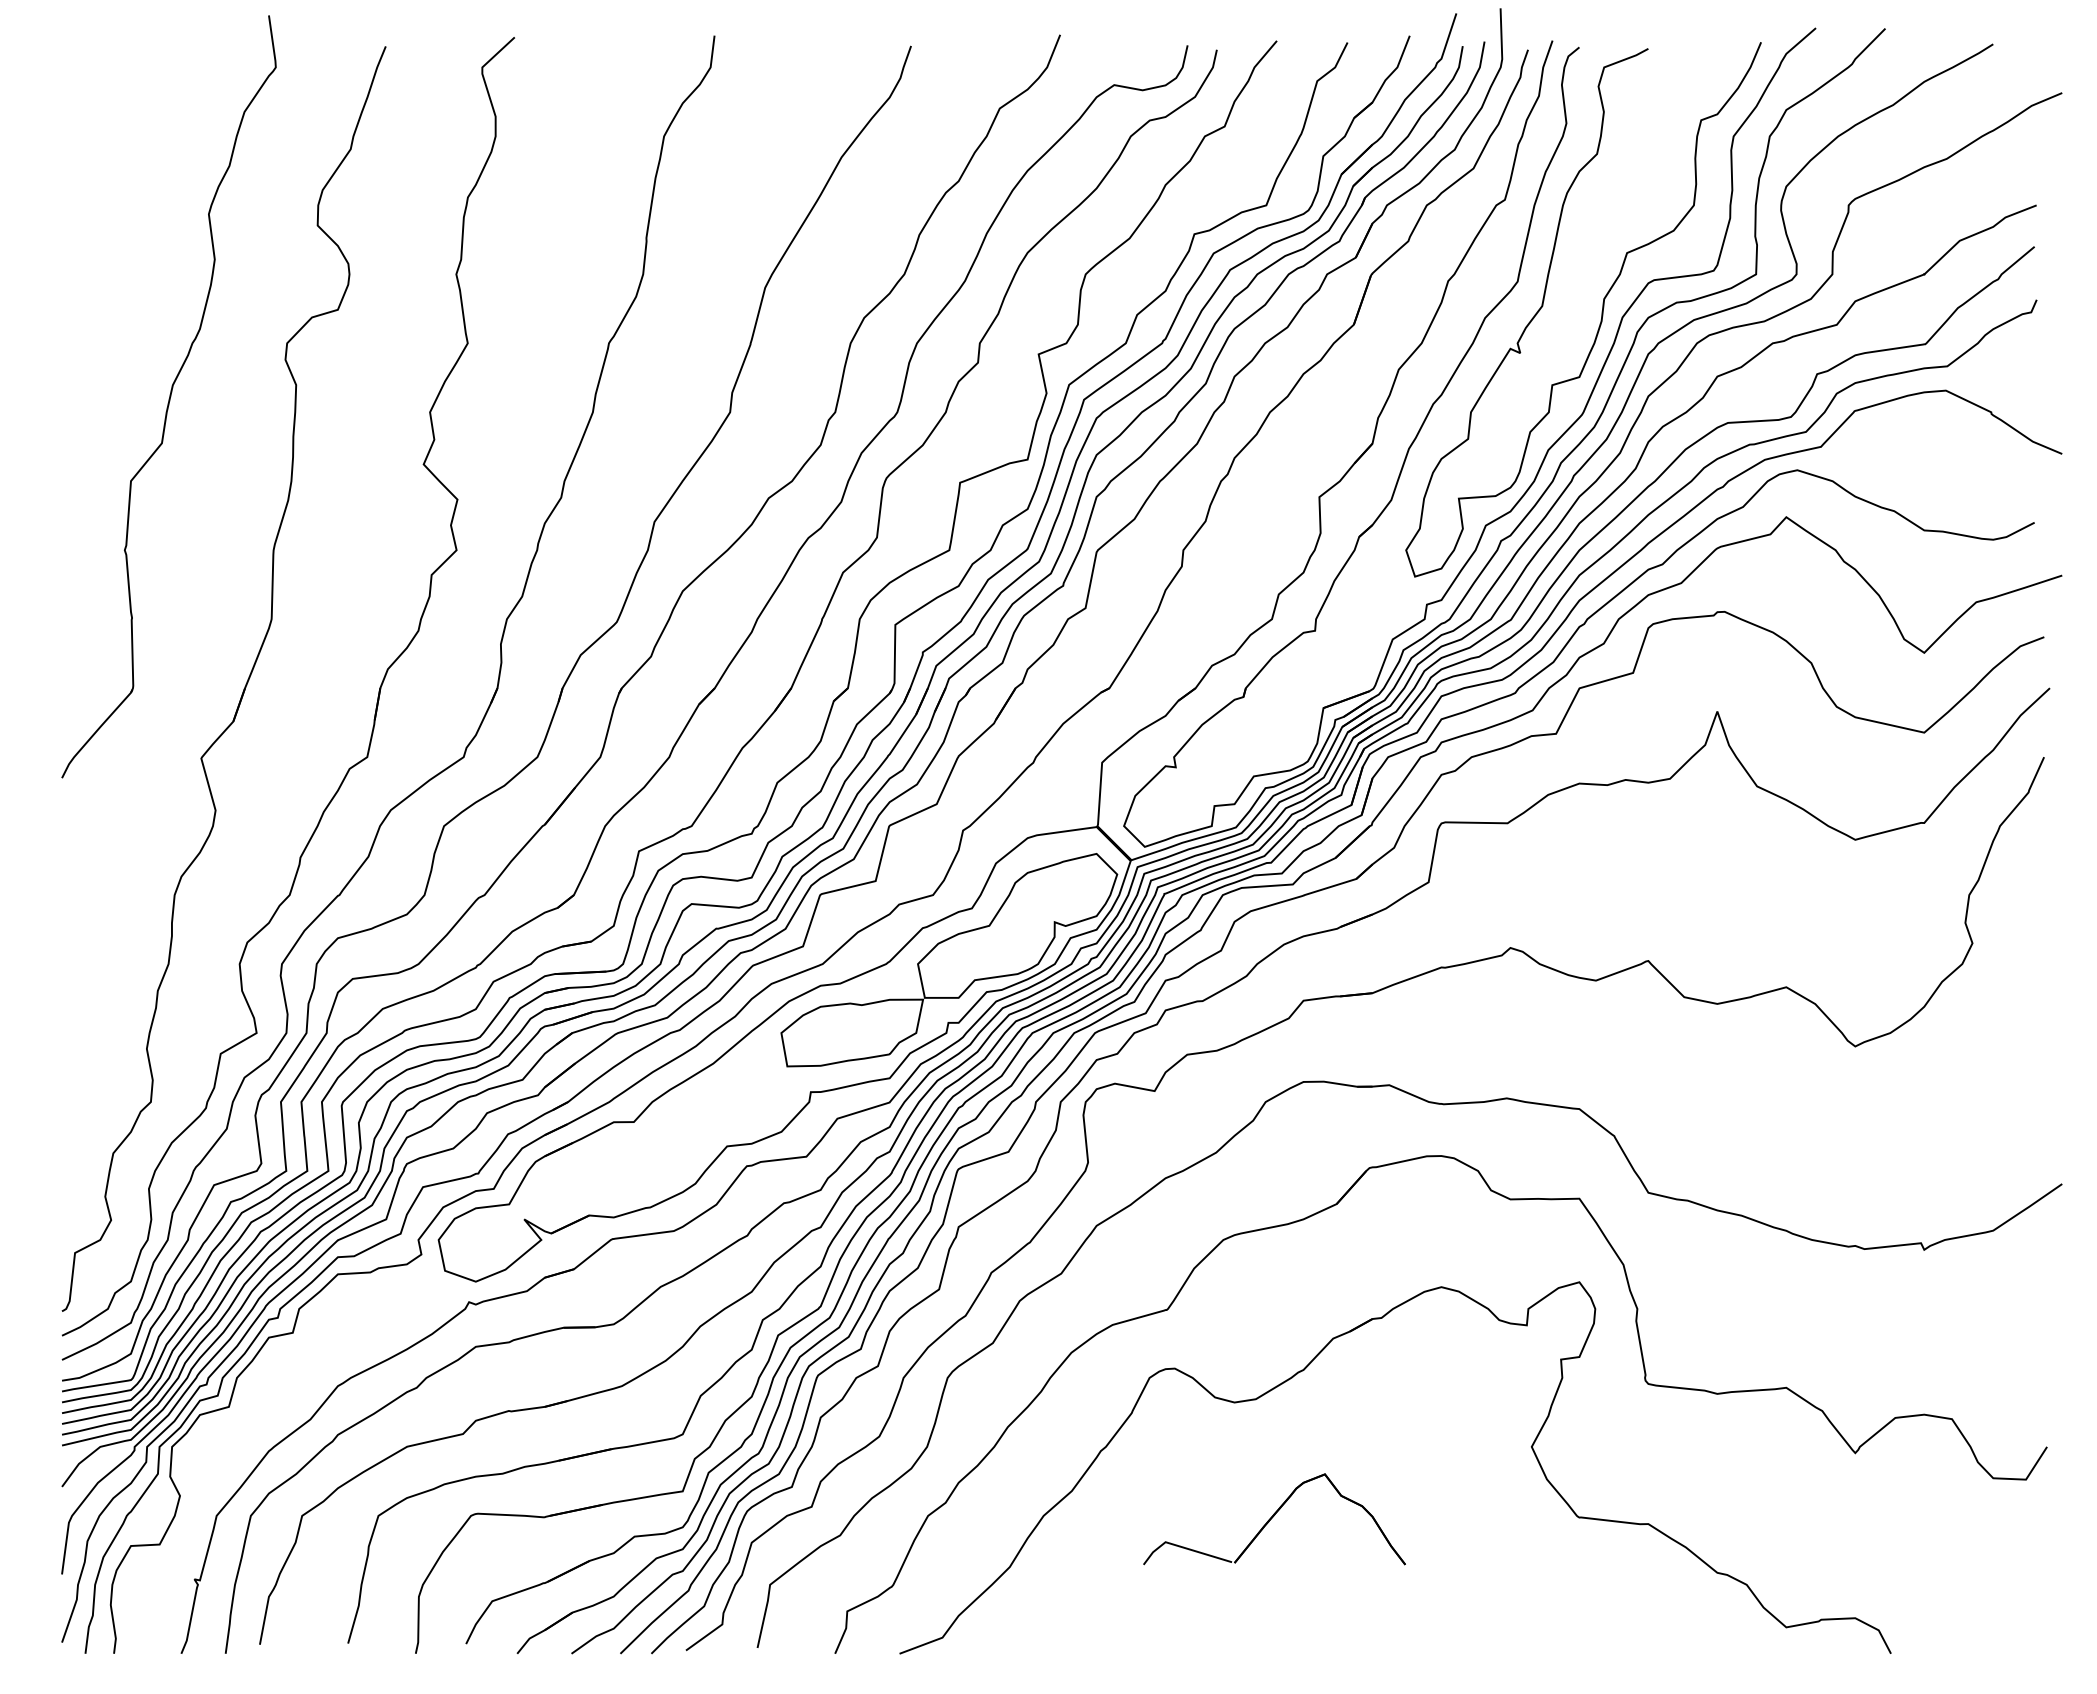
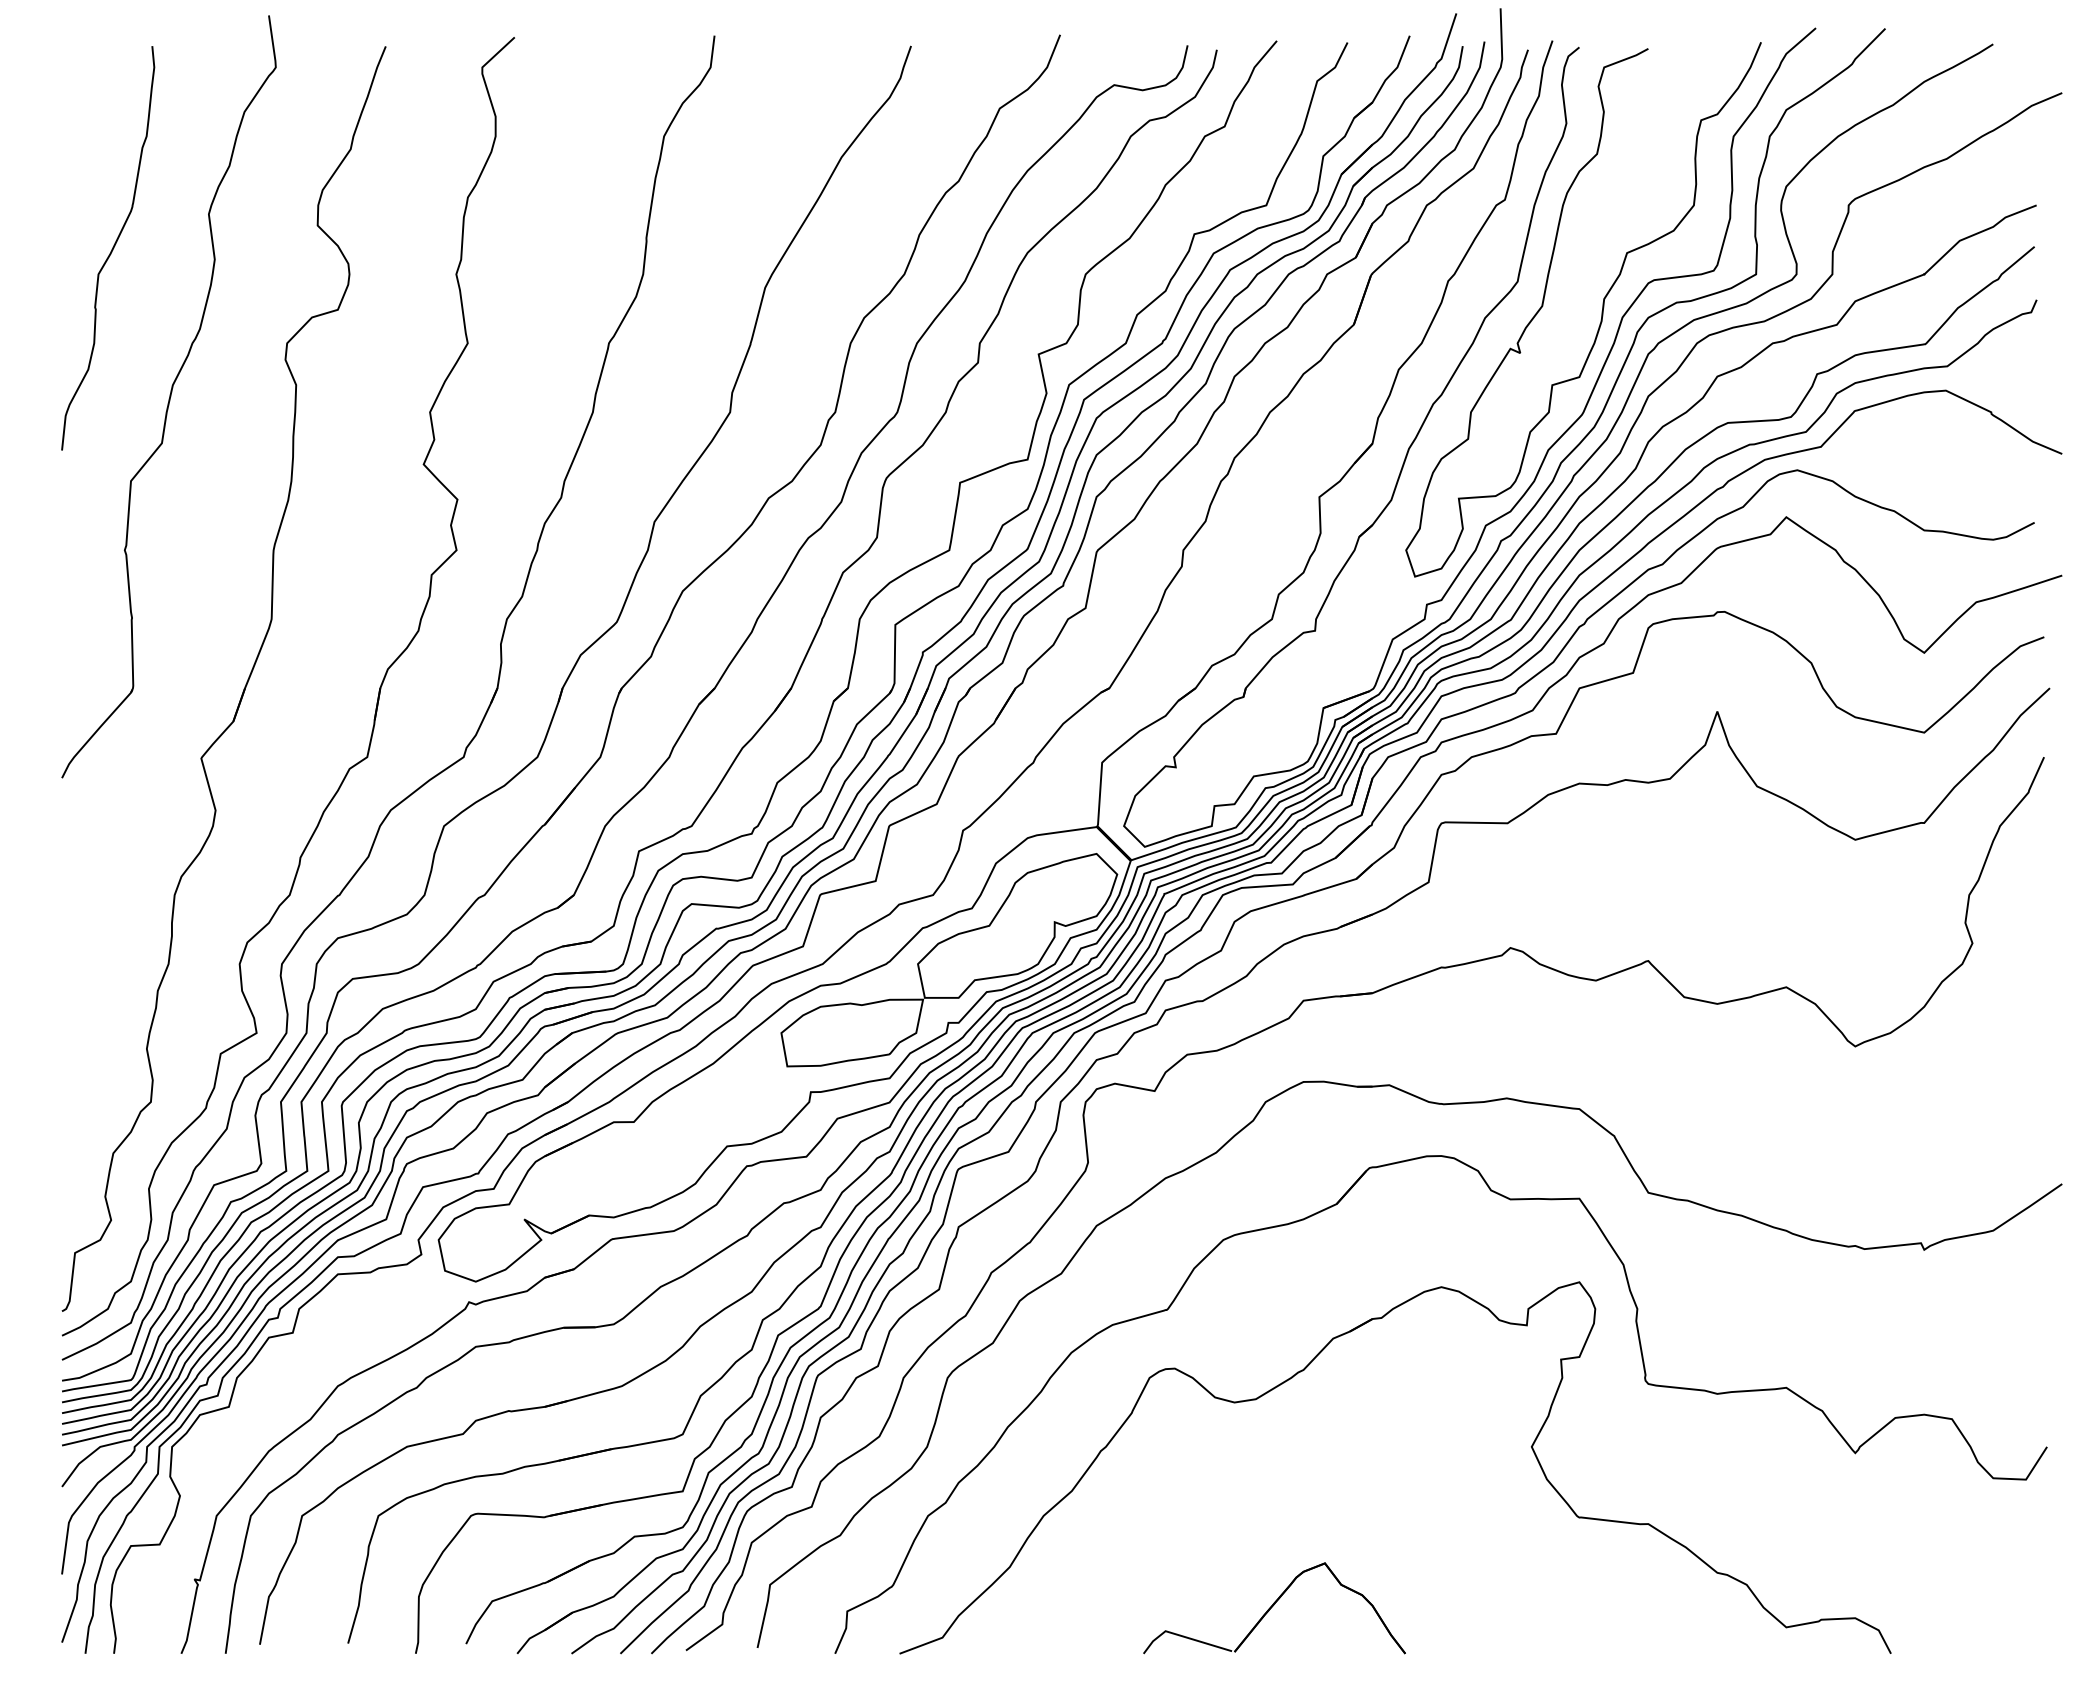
curve at (111, 249): none -> present
part at (1274, 1519) position: (1274, 1519) -> (1274, 1608)
